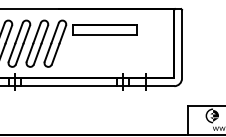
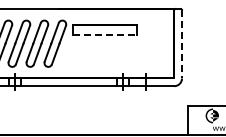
line at (105, 34): solid -> dashed
line at (182, 44): solid -> dashed
